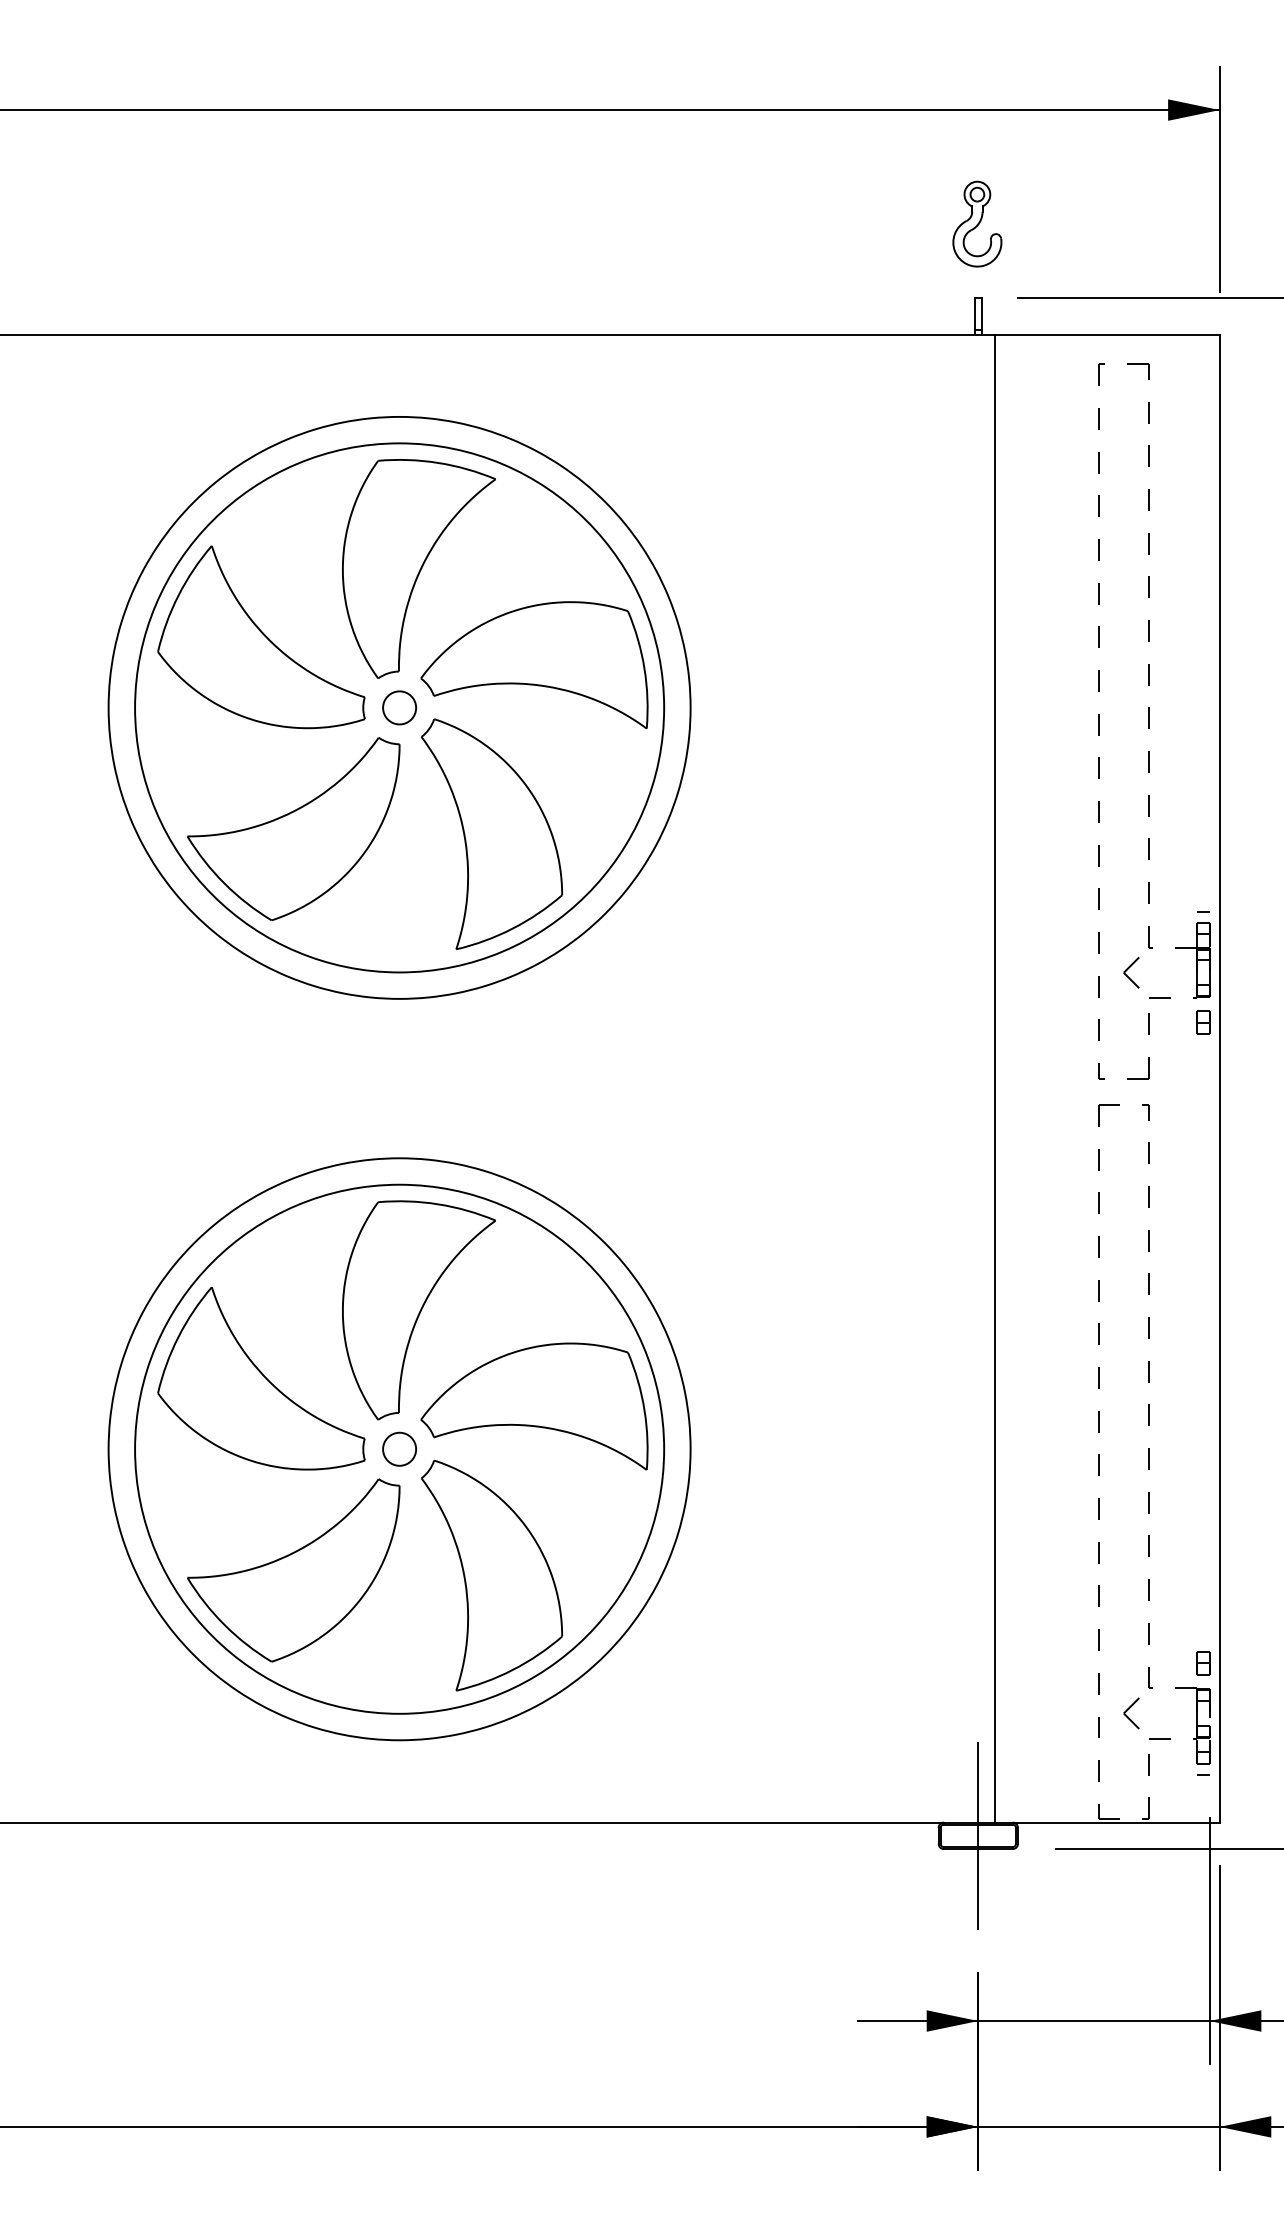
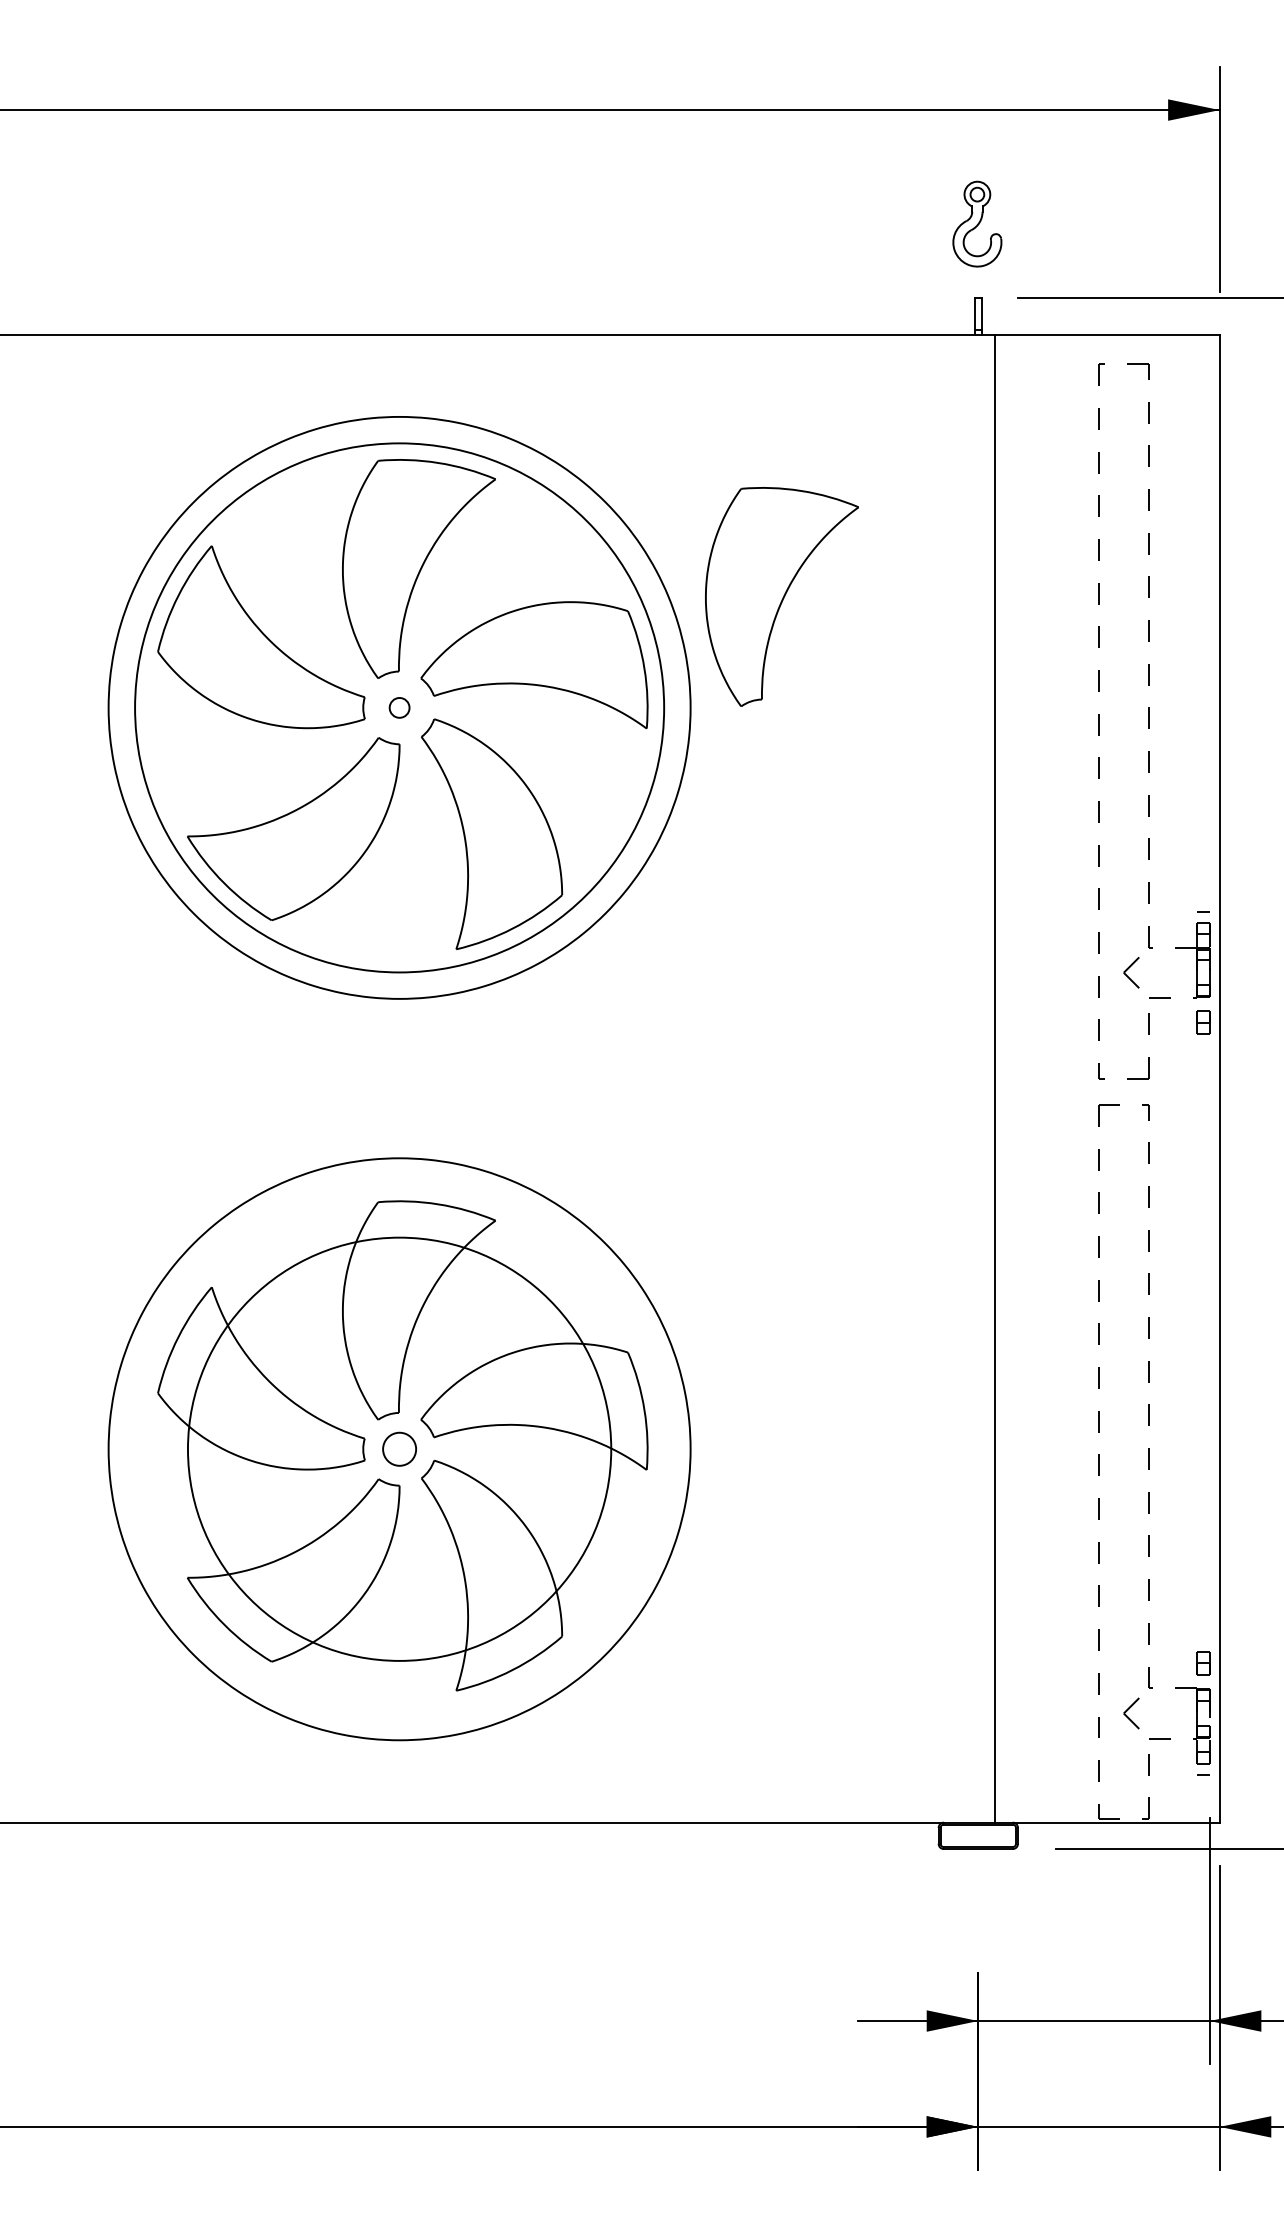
part at (781, 596): none -> present
circle at (399, 707) diameter: 33 px -> 20 px
circle at (399, 1448) diameter: 529 px -> 423 px
line at (978, 1835): present -> none
